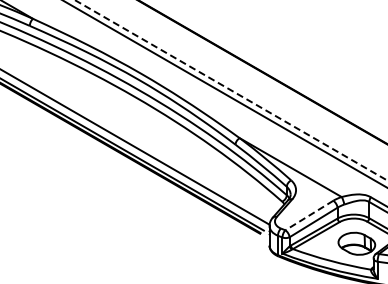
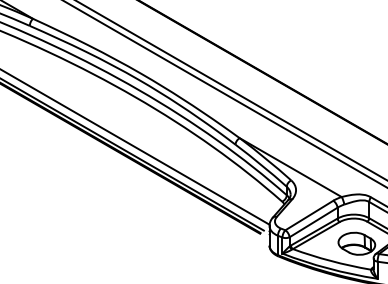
line at (230, 90): dashed -> solid
line at (308, 215): dashed -> solid
